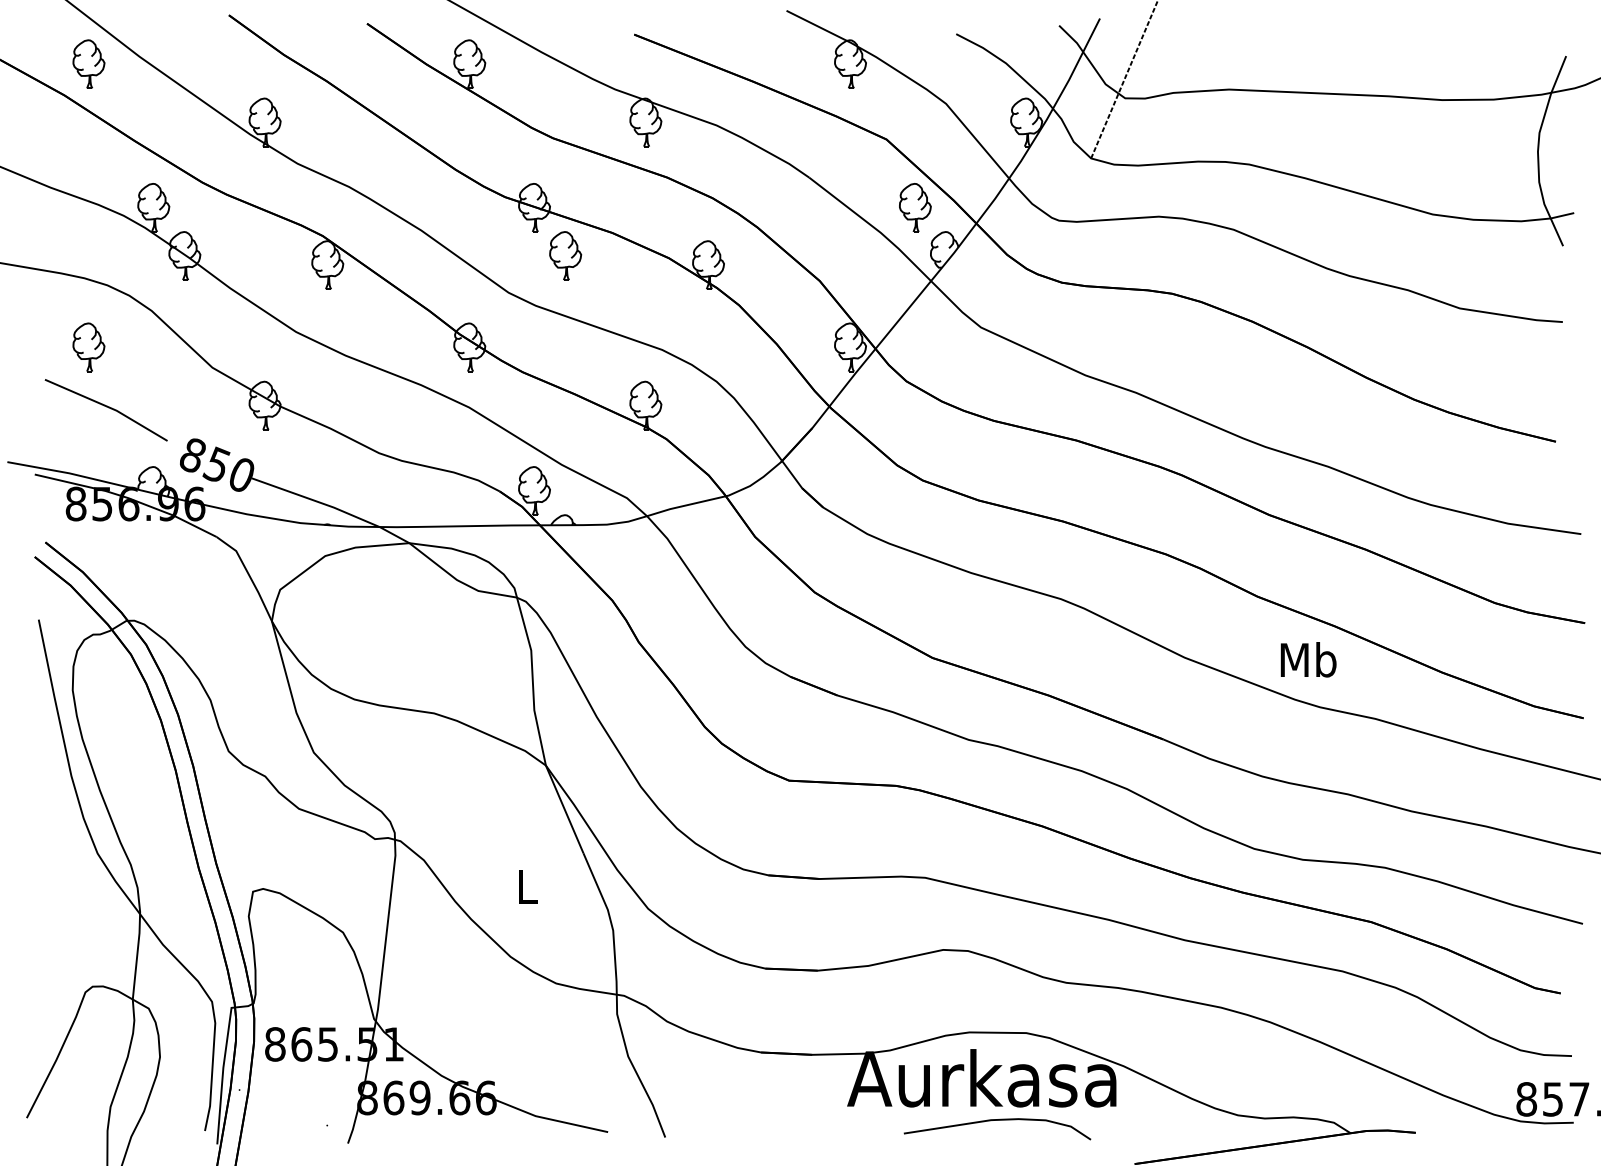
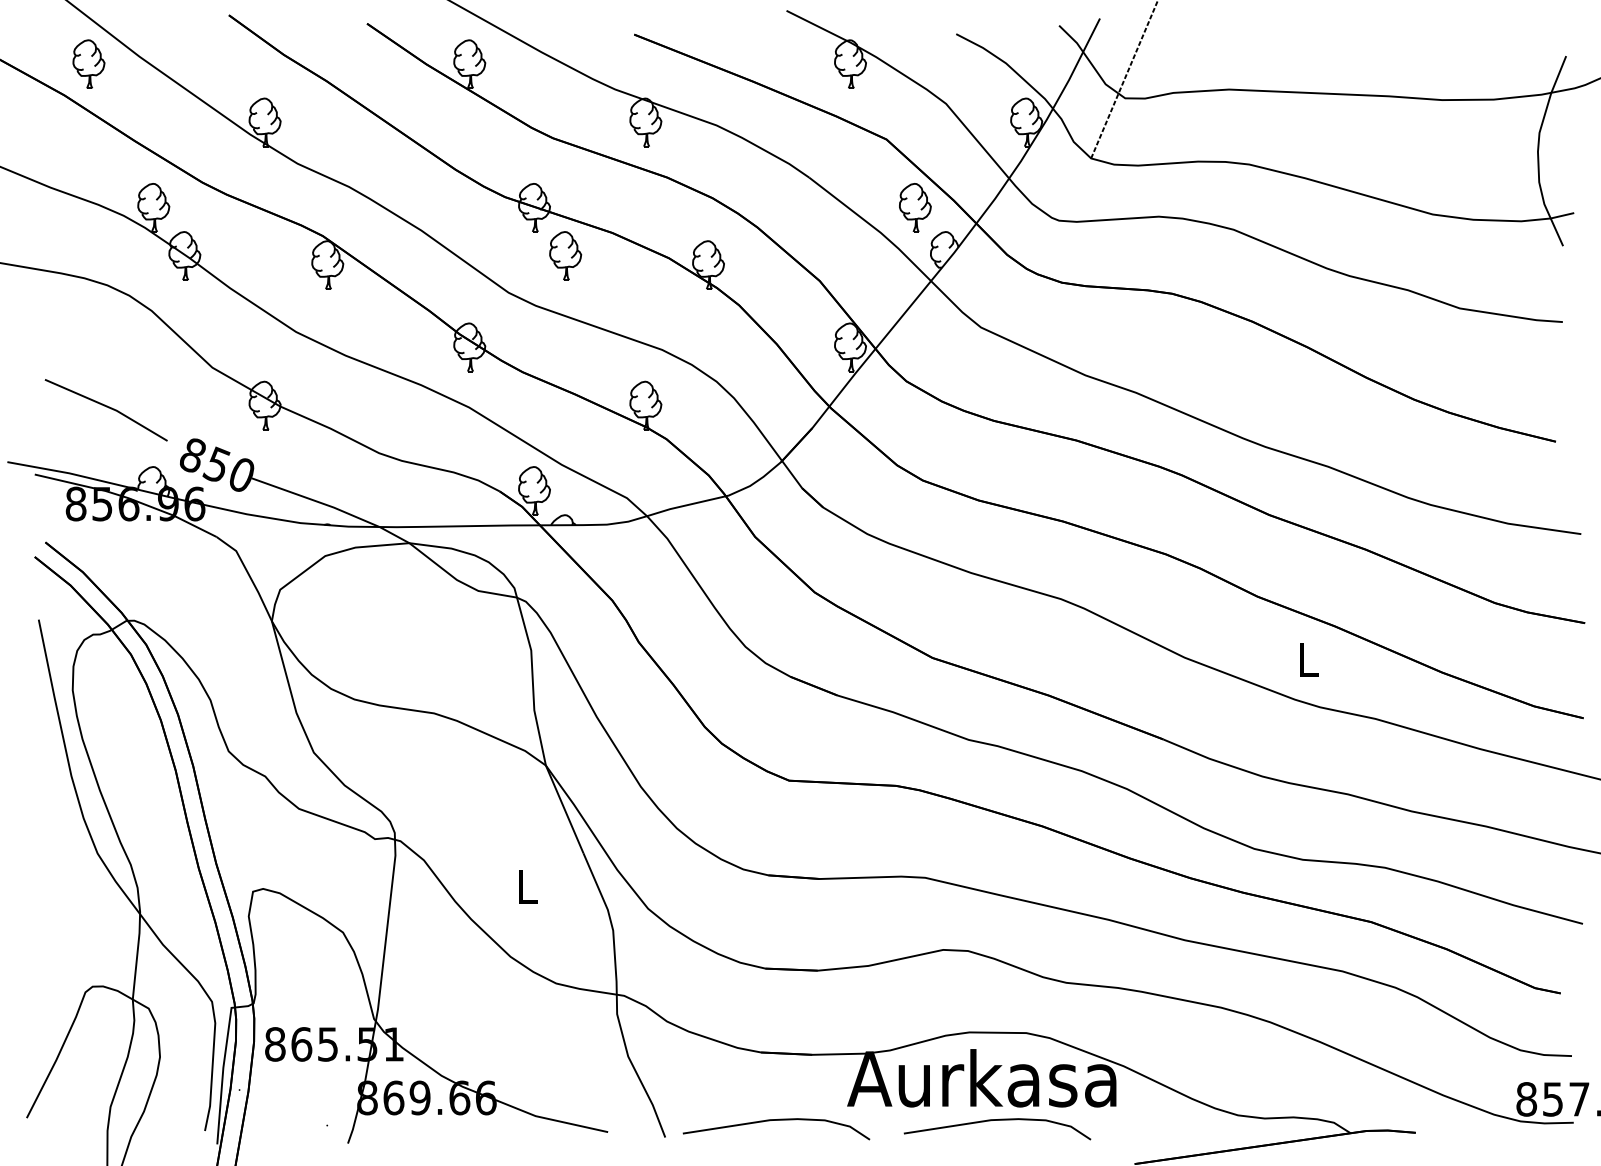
part at (88, 347): present -> none
text at (1308, 659): Mb -> L
curve at (776, 1120): none -> present
